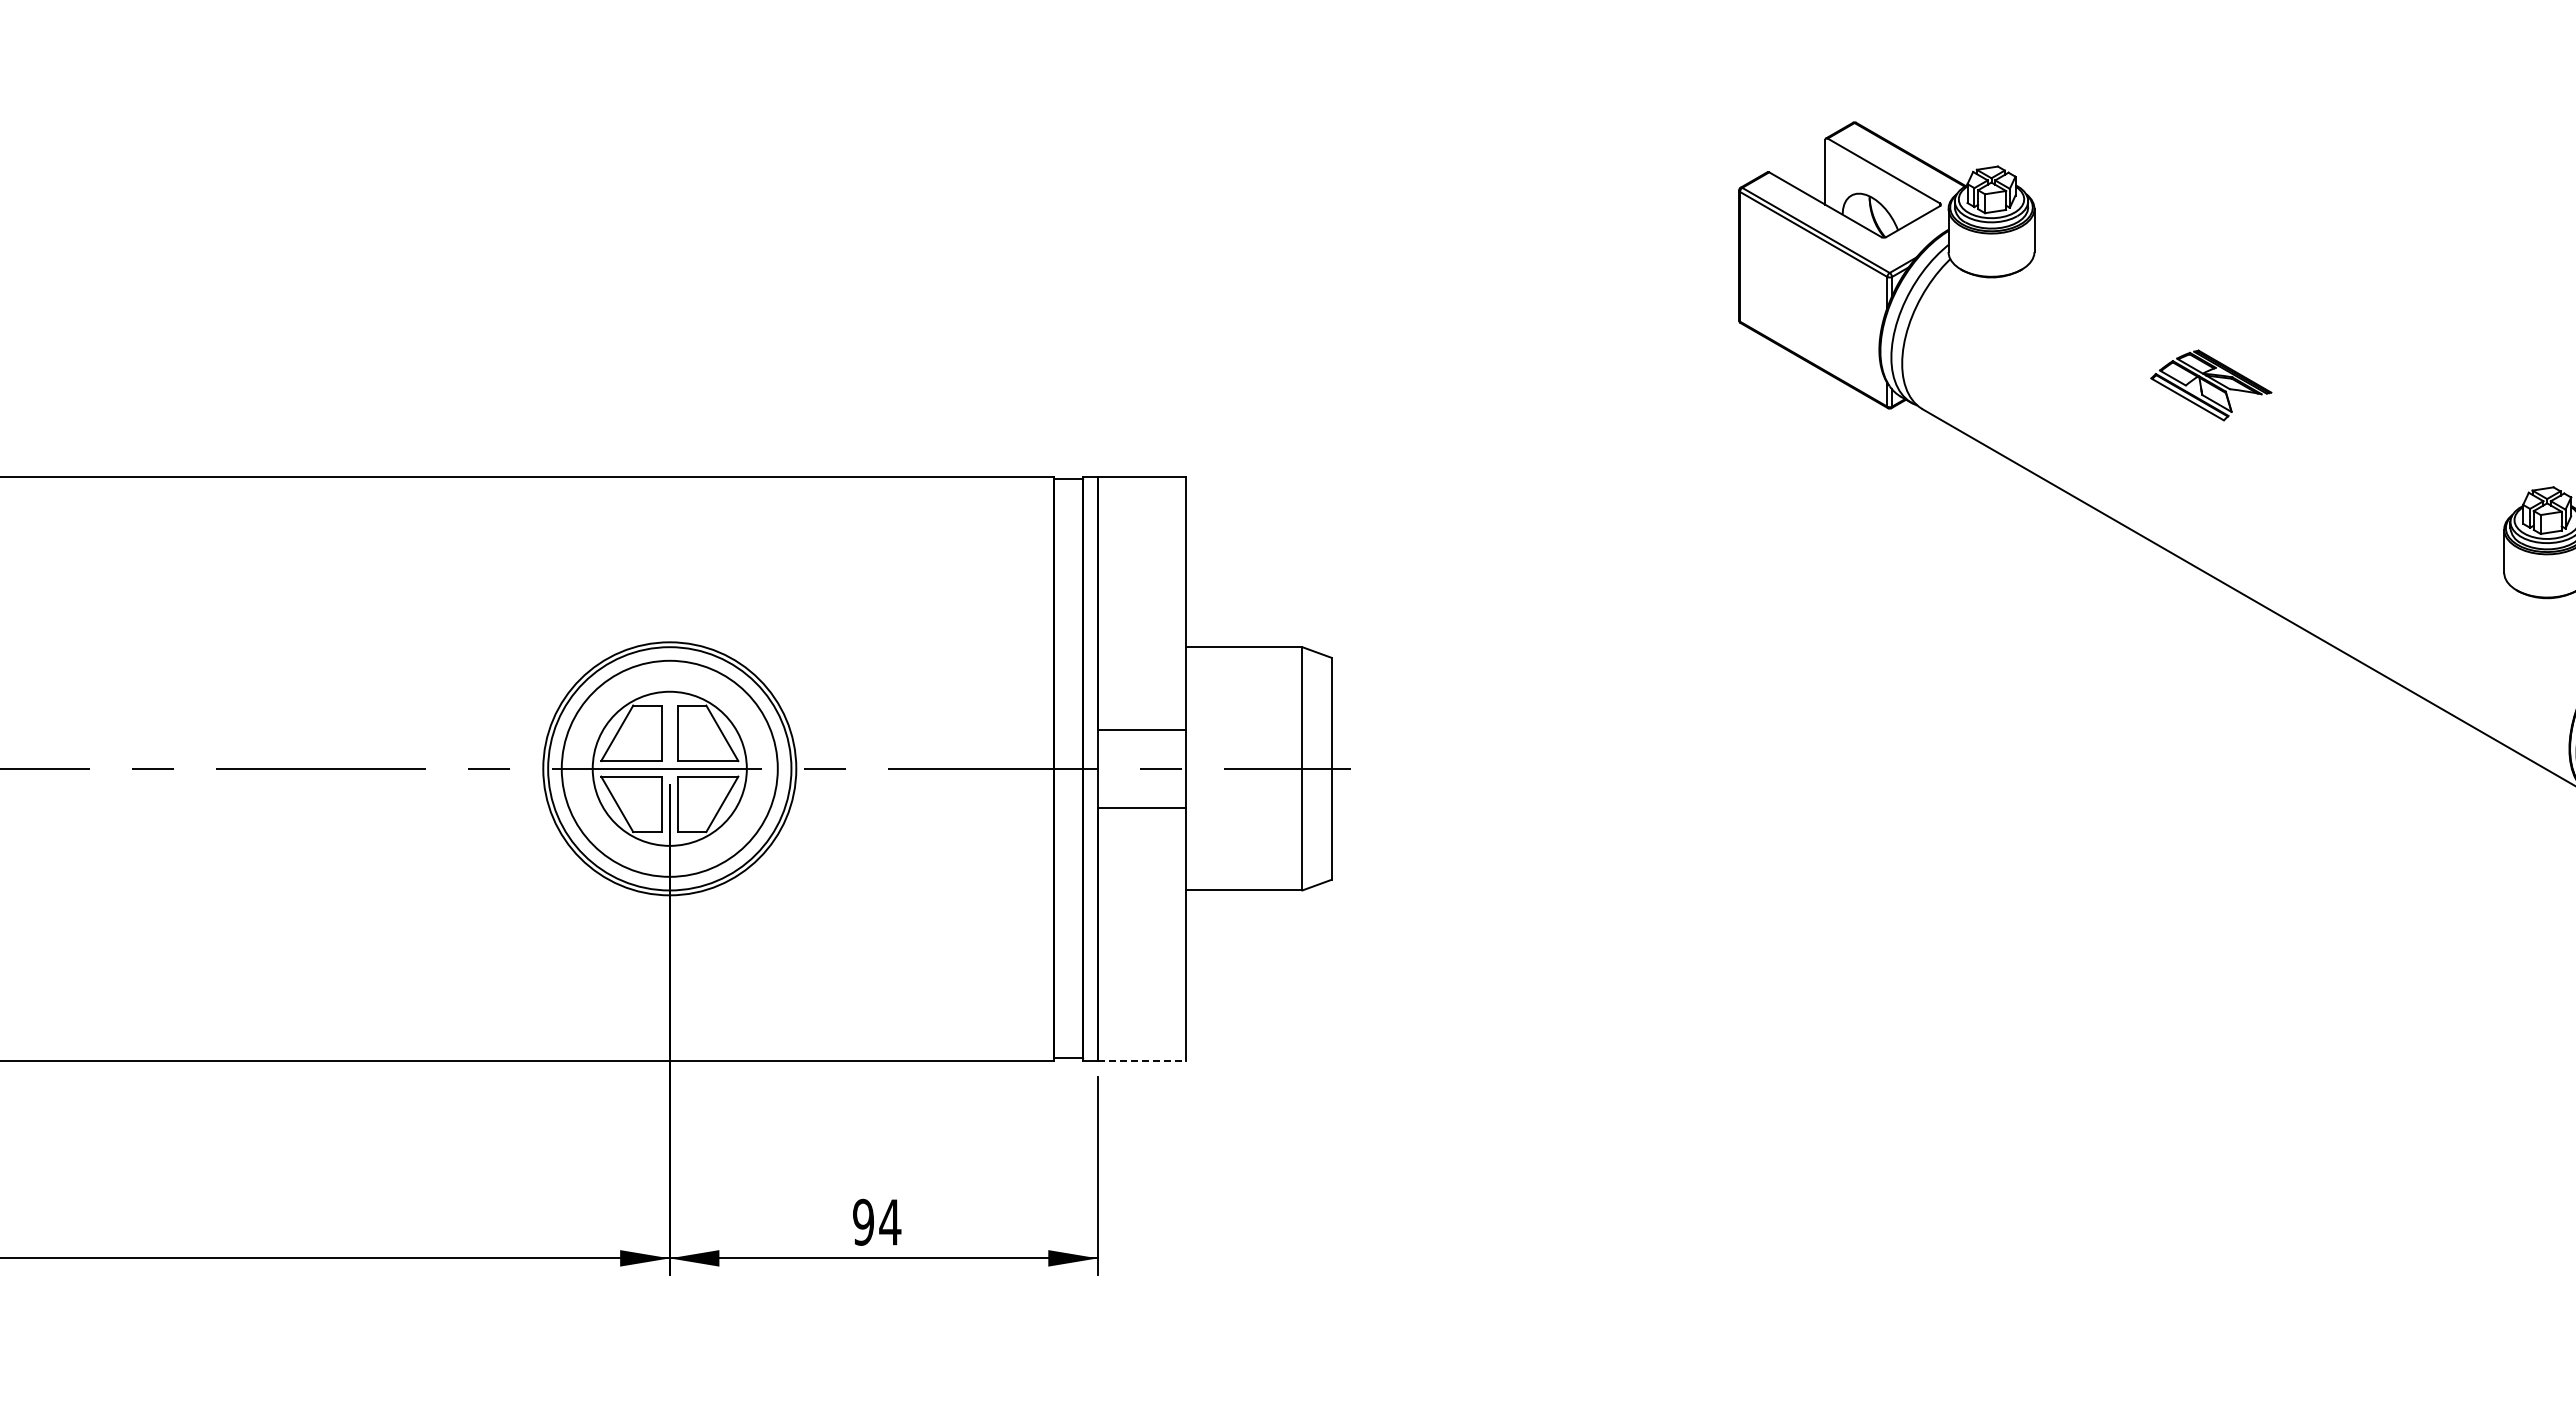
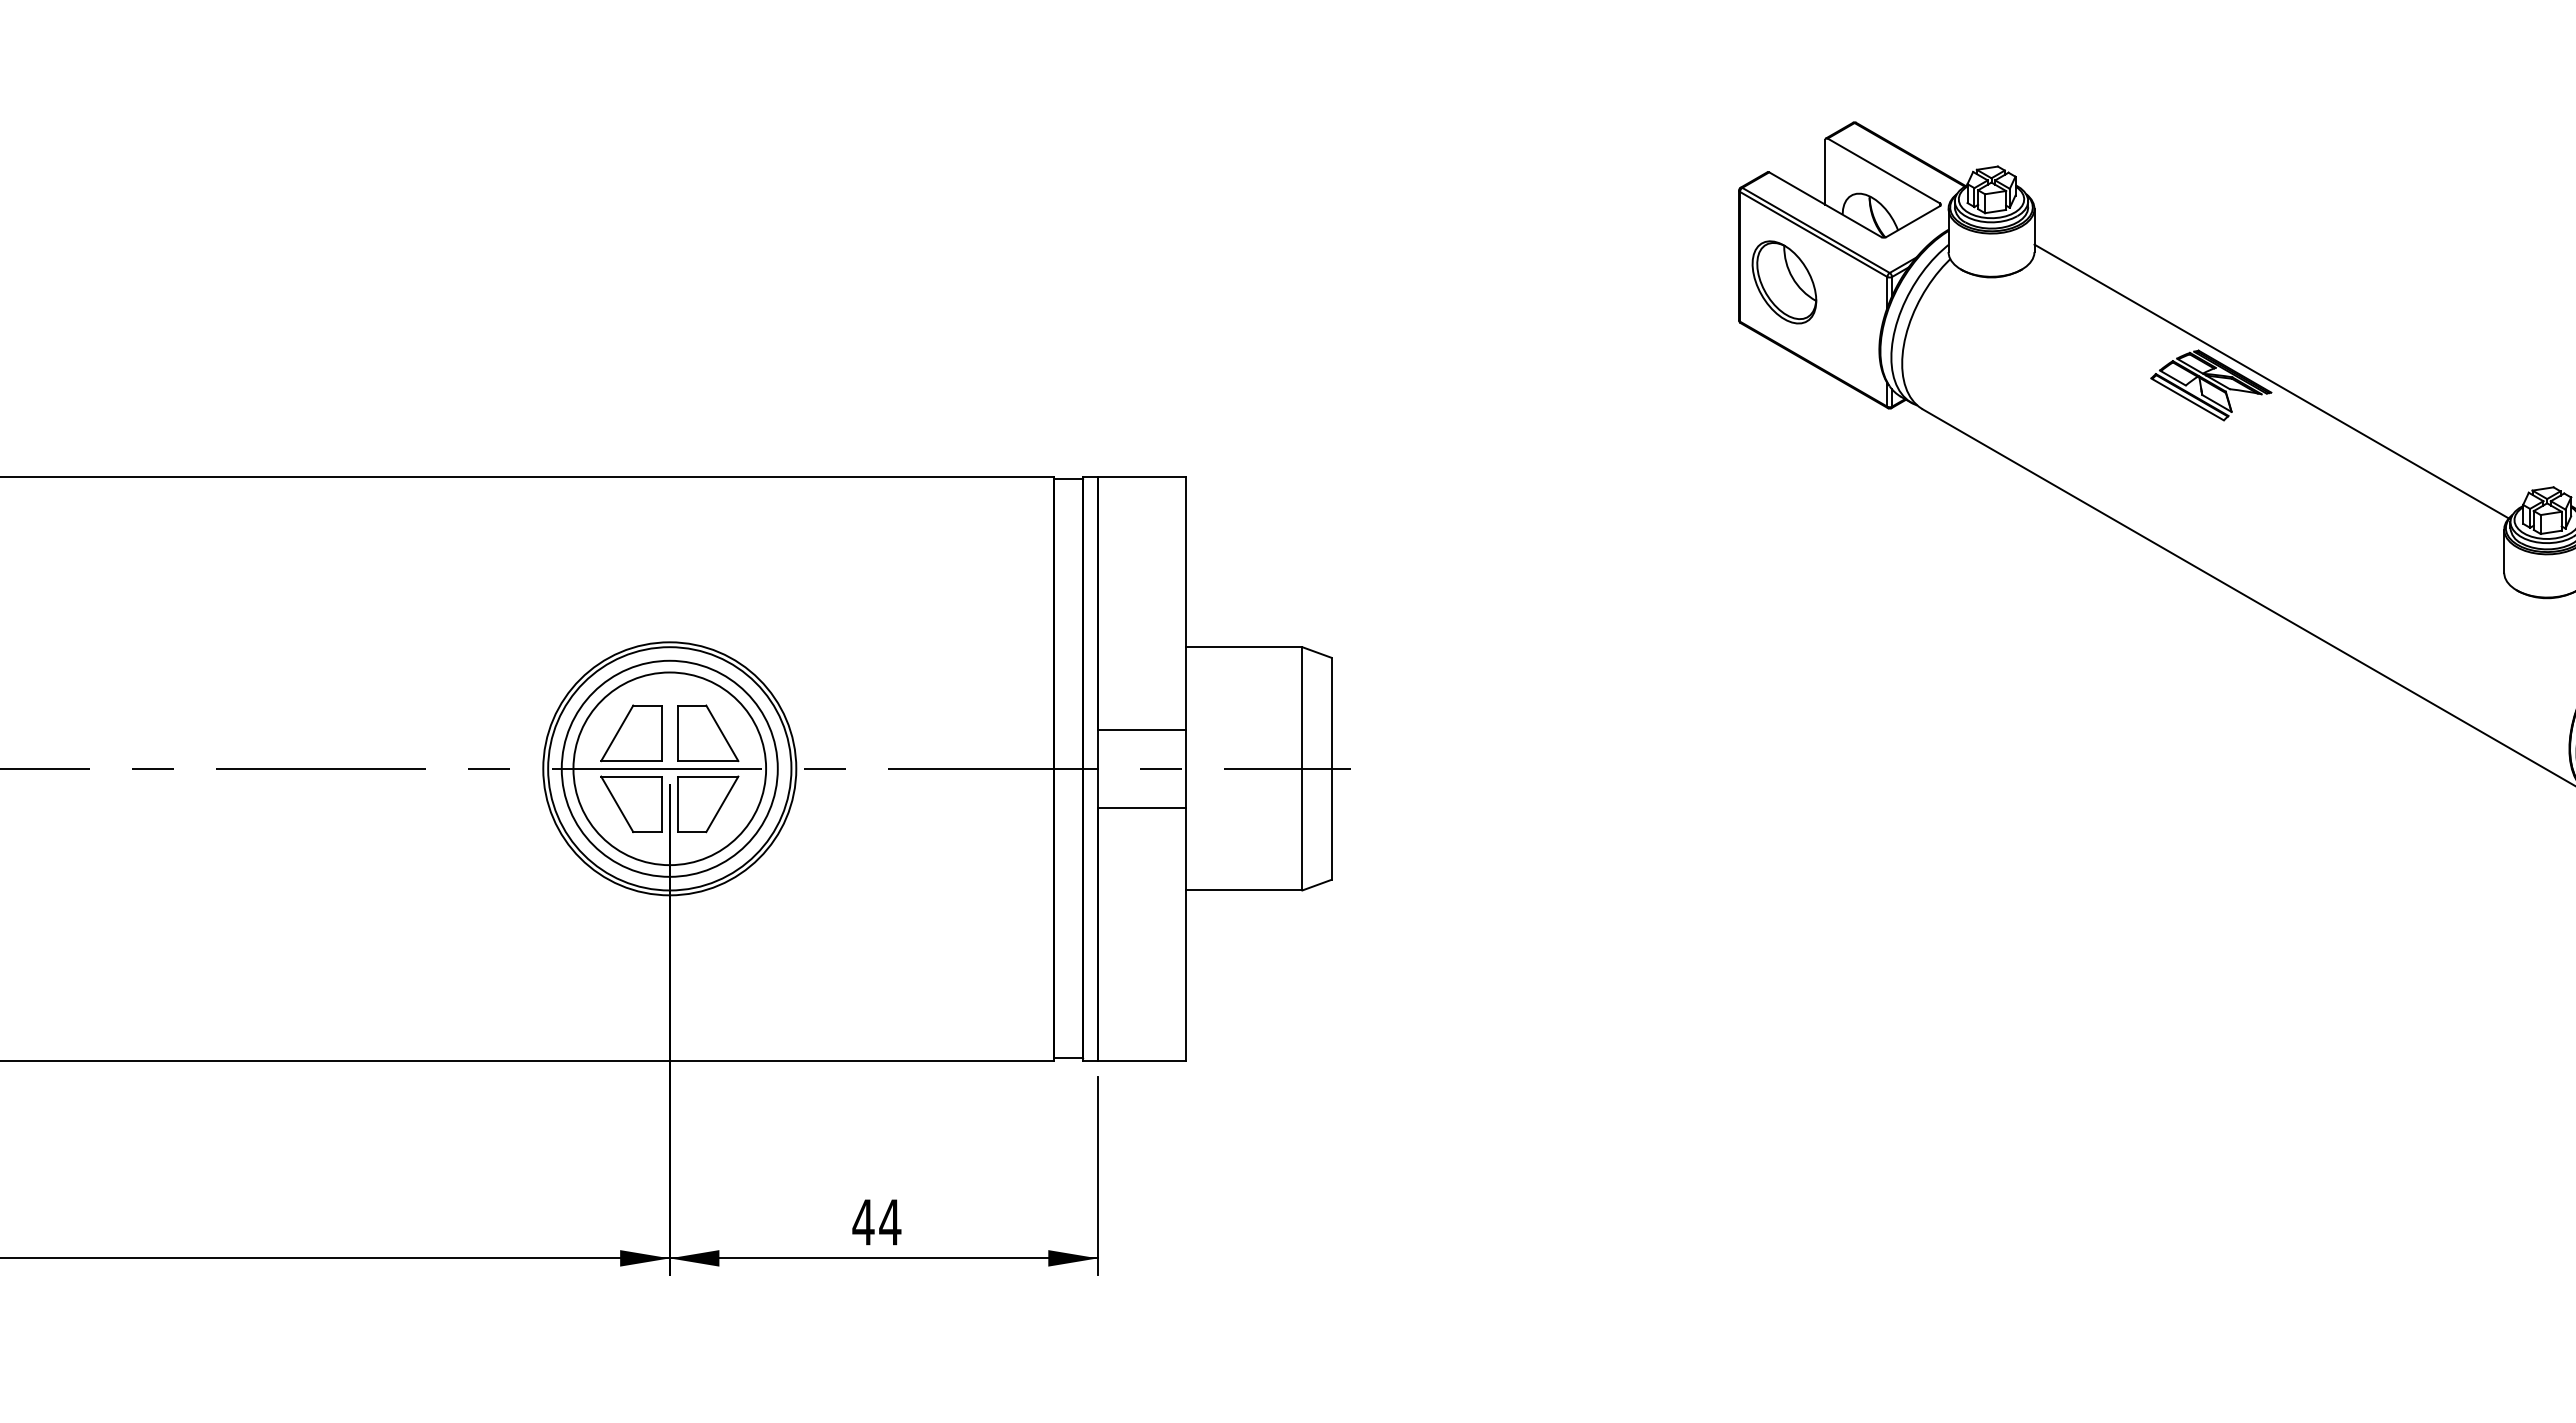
part at (1784, 282): none -> present
line at (2271, 381): none -> present
circle at (669, 768) diameter: 154 px -> 193 px
line at (1141, 1060): dashed -> solid
text at (863, 1221): 94 -> 44
